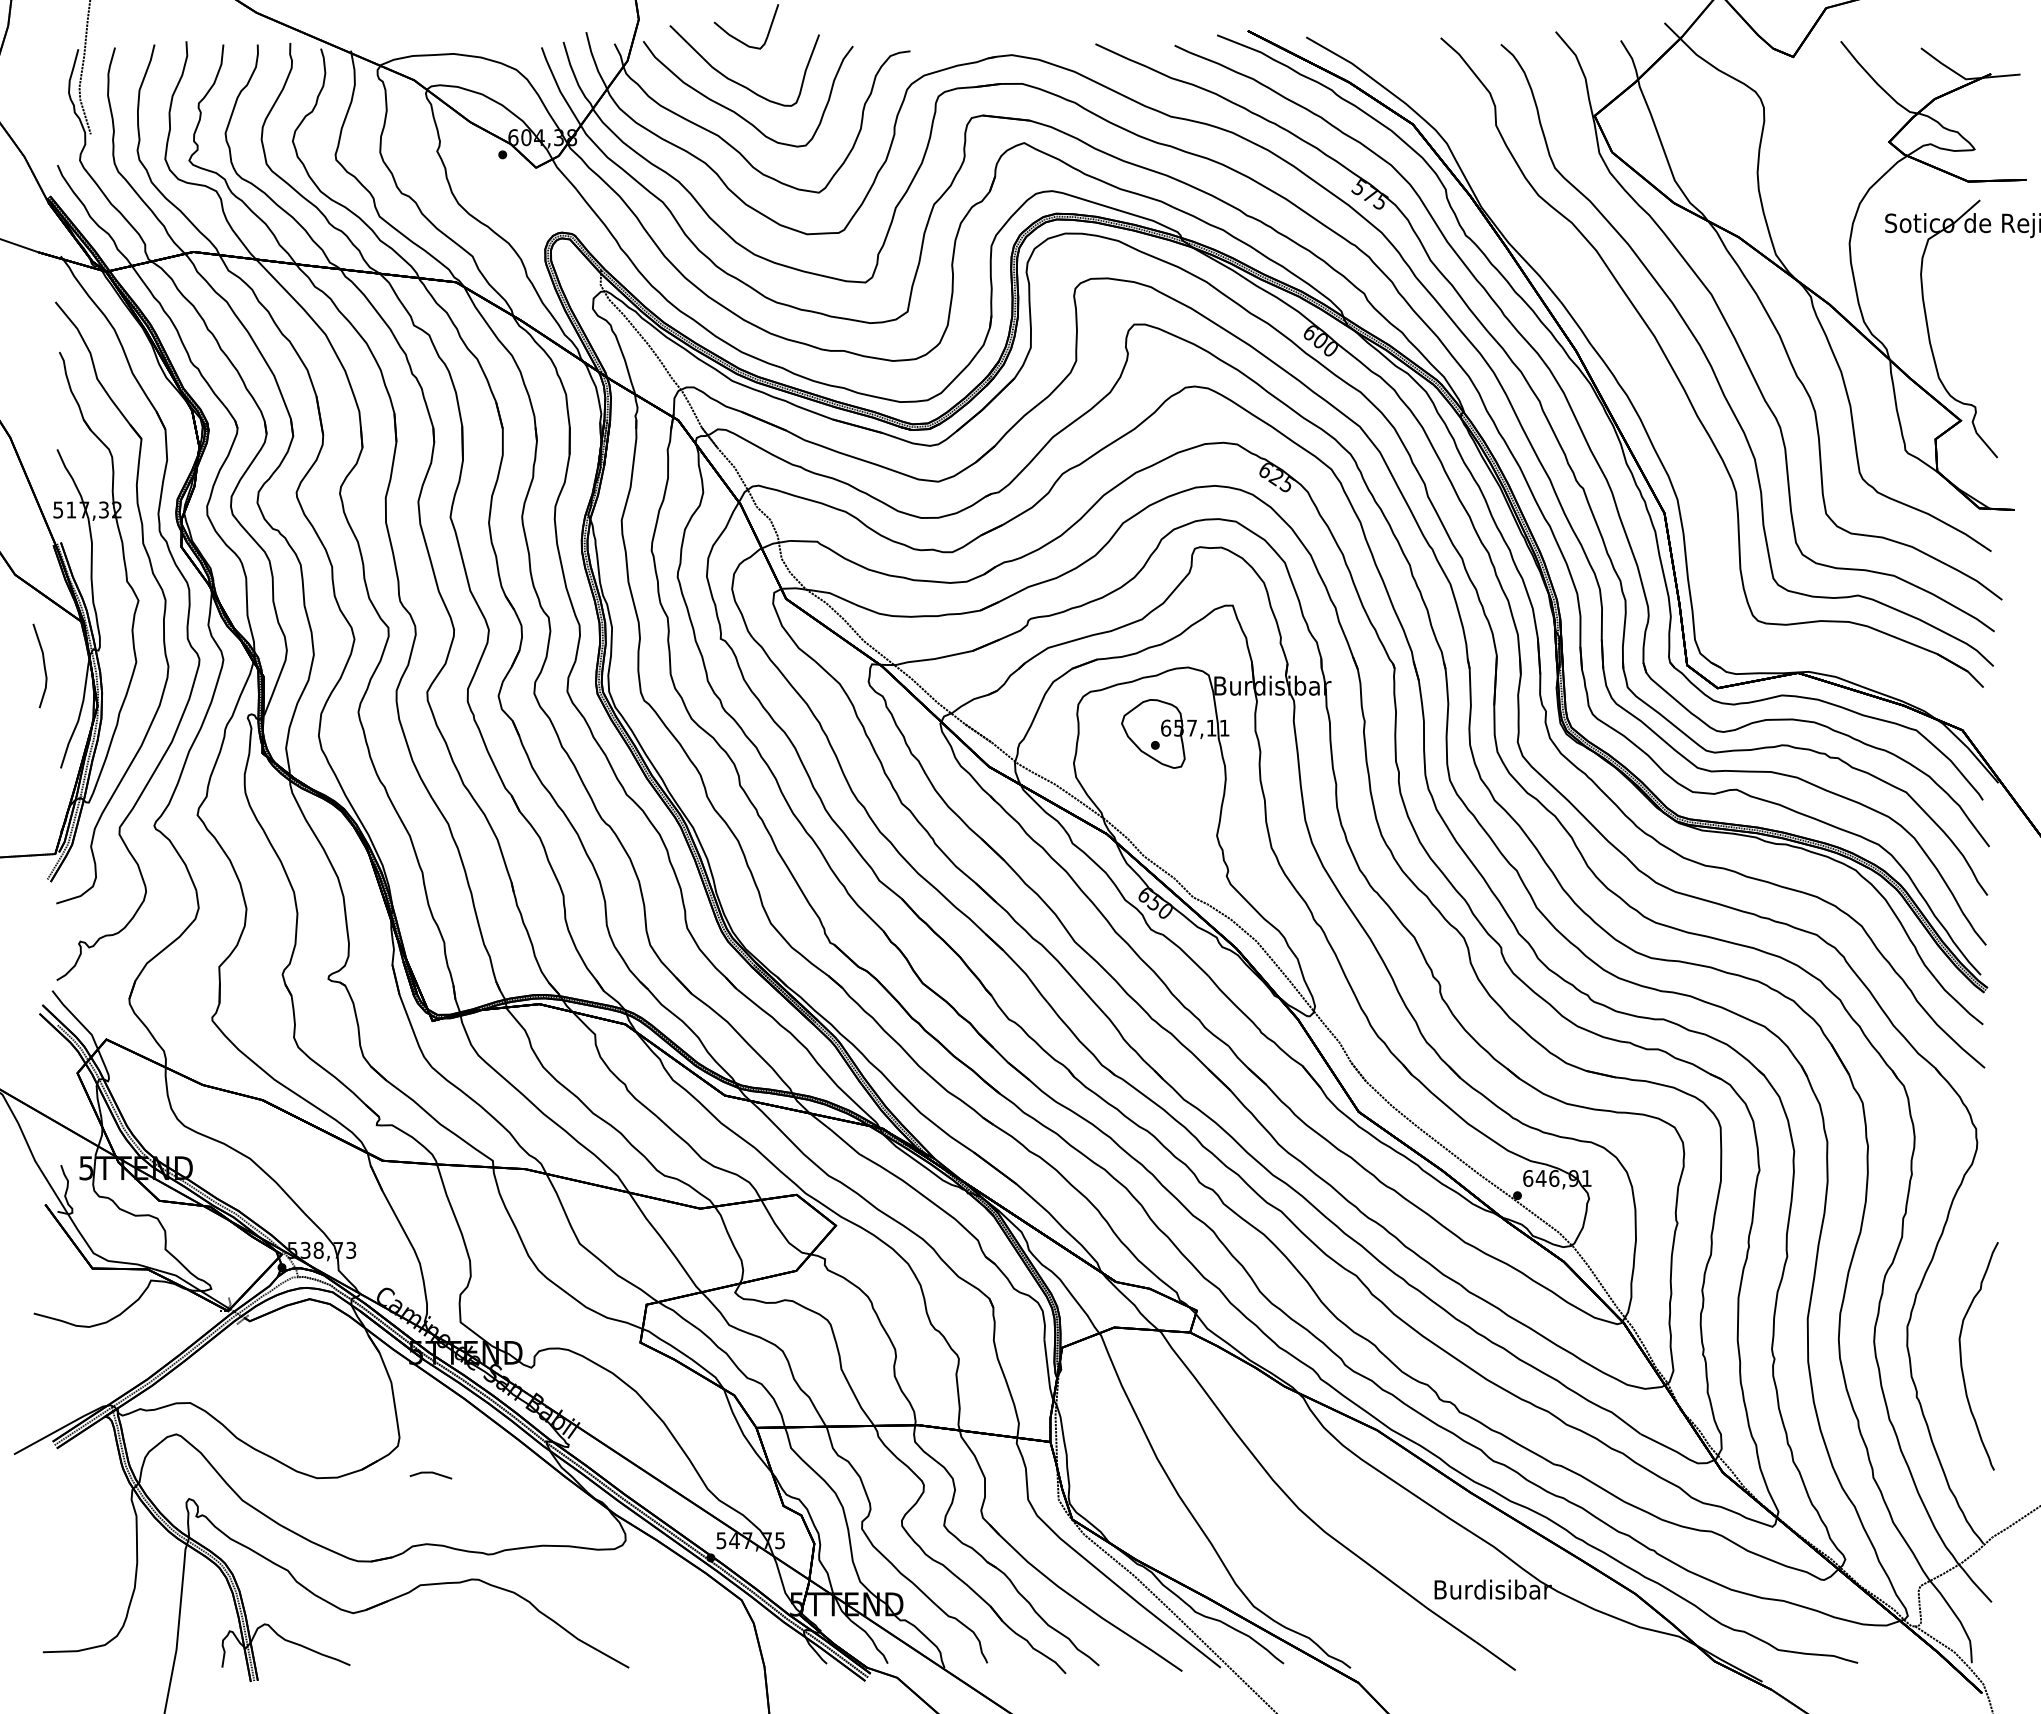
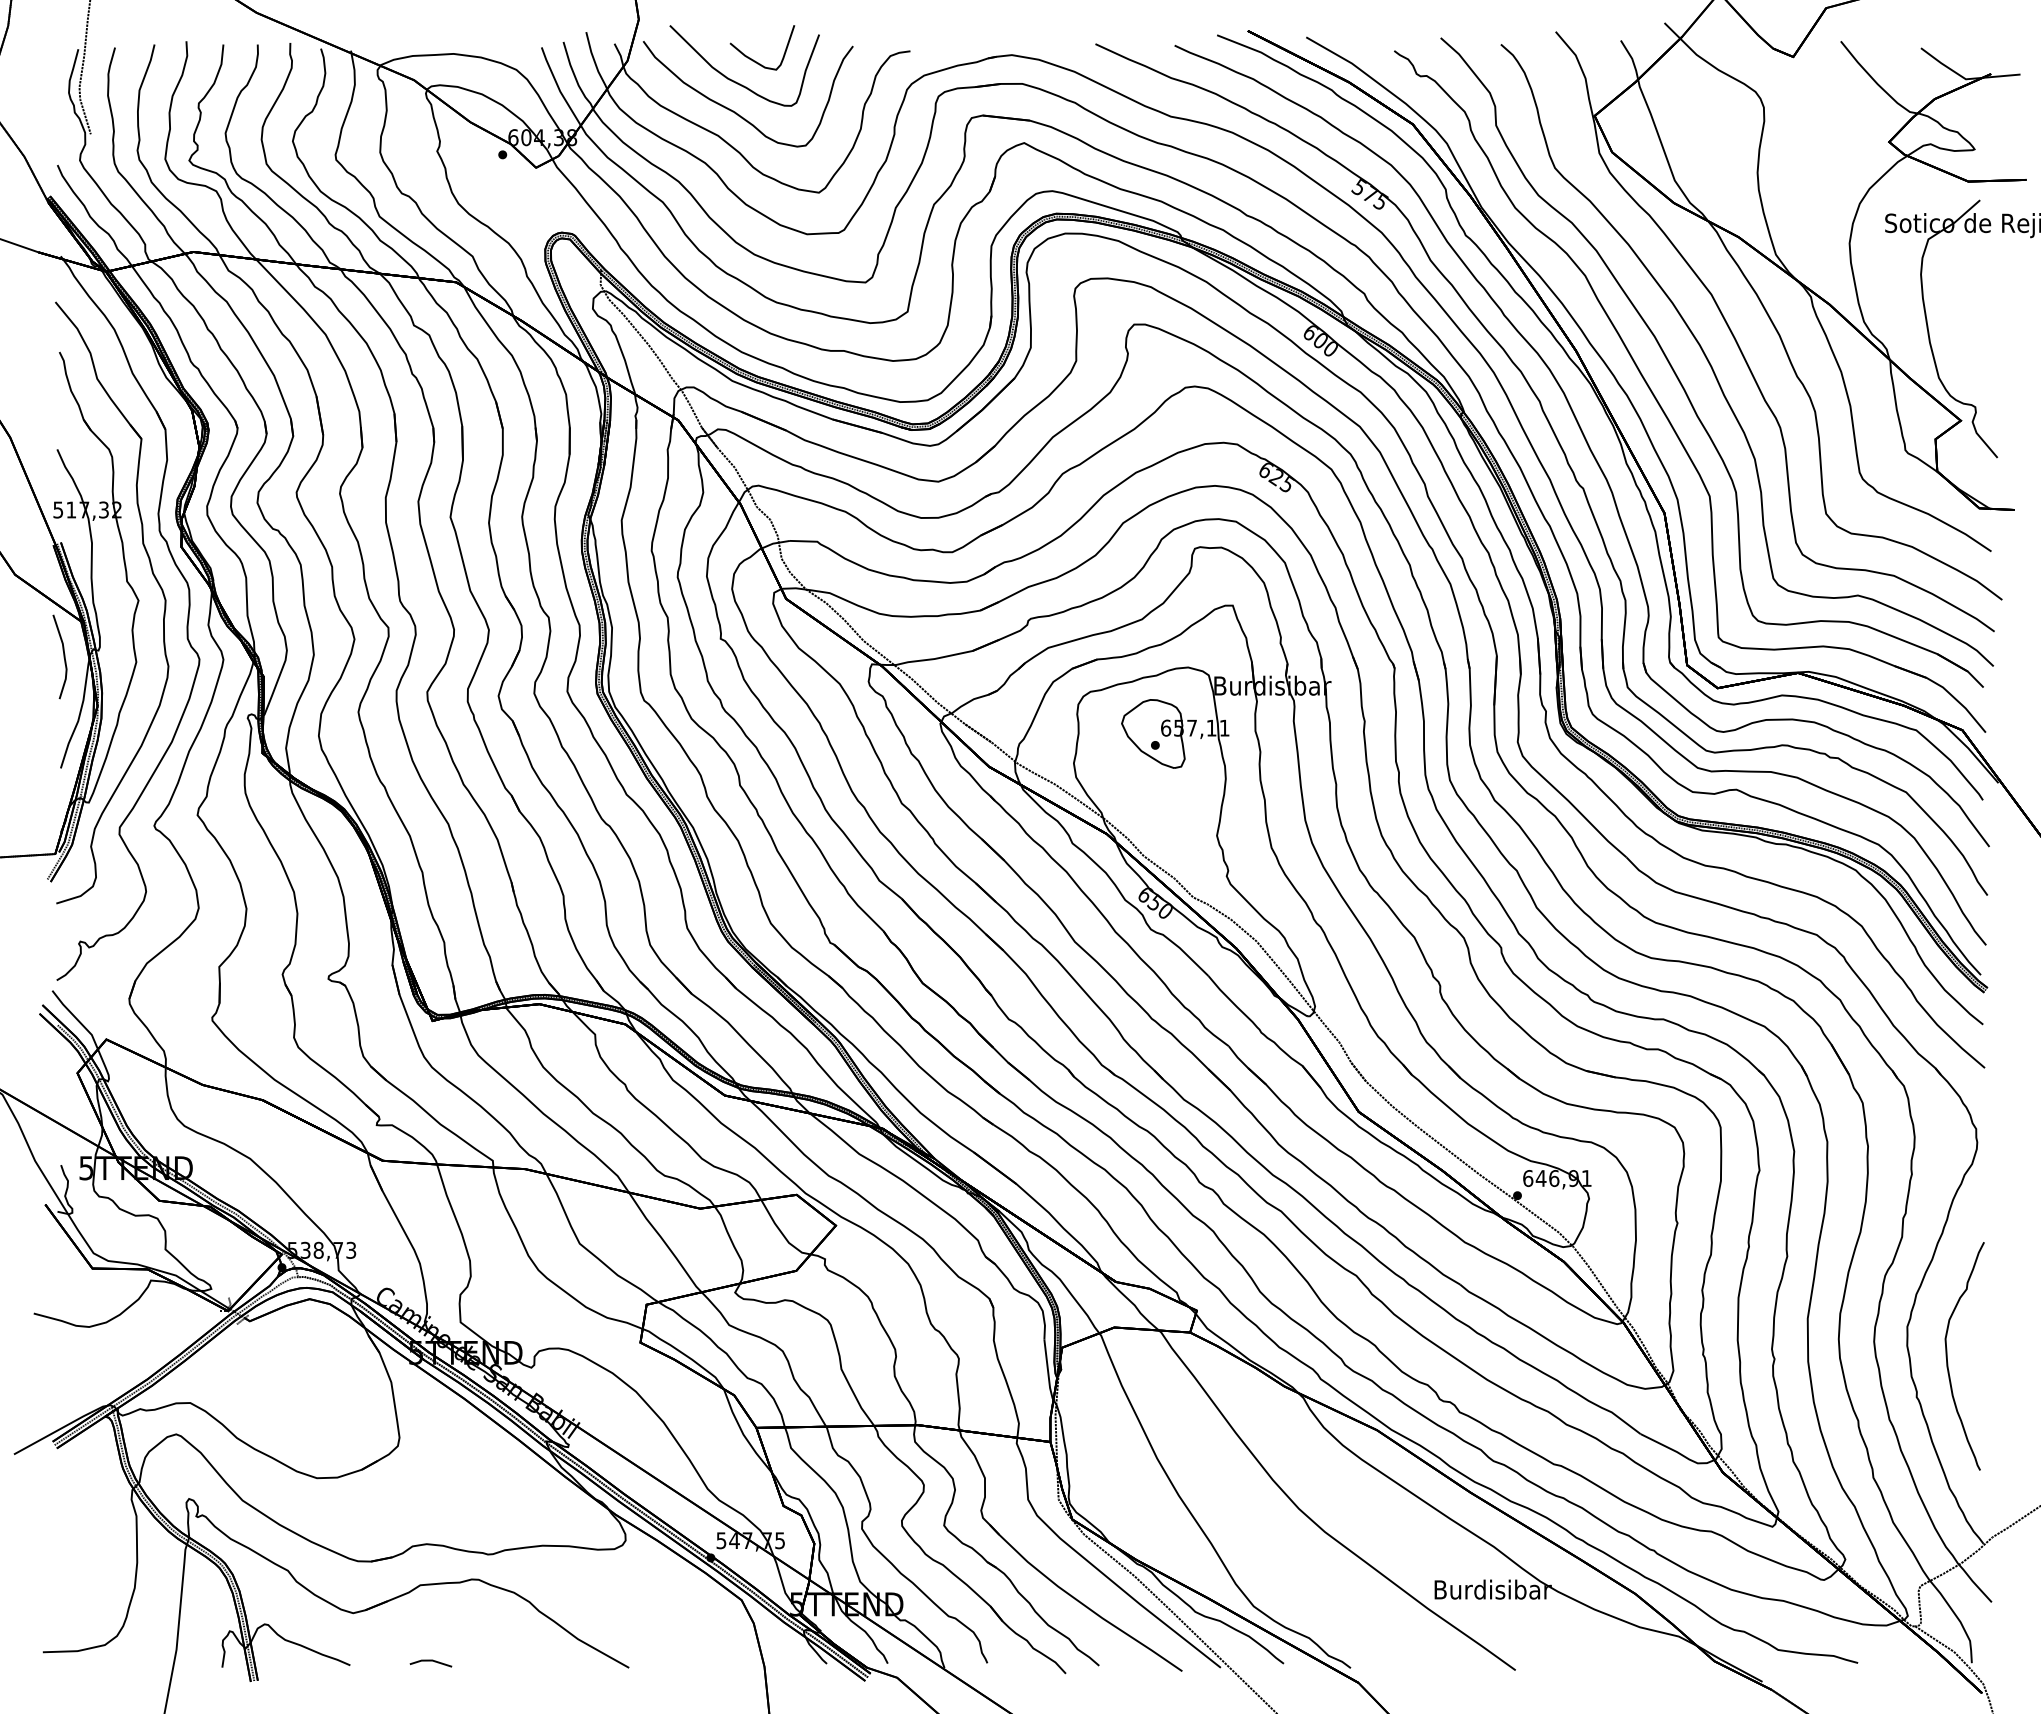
curve at (739, 39) position: (739, 39) -> (755, 60)
part at (1662, 407): none -> present
part at (39, 665) position: (39, 665) -> (59, 656)
curve at (1961, 1356) position: (1961, 1356) -> (1947, 1356)
line at (430, 1473) position: (430, 1473) -> (430, 1661)
